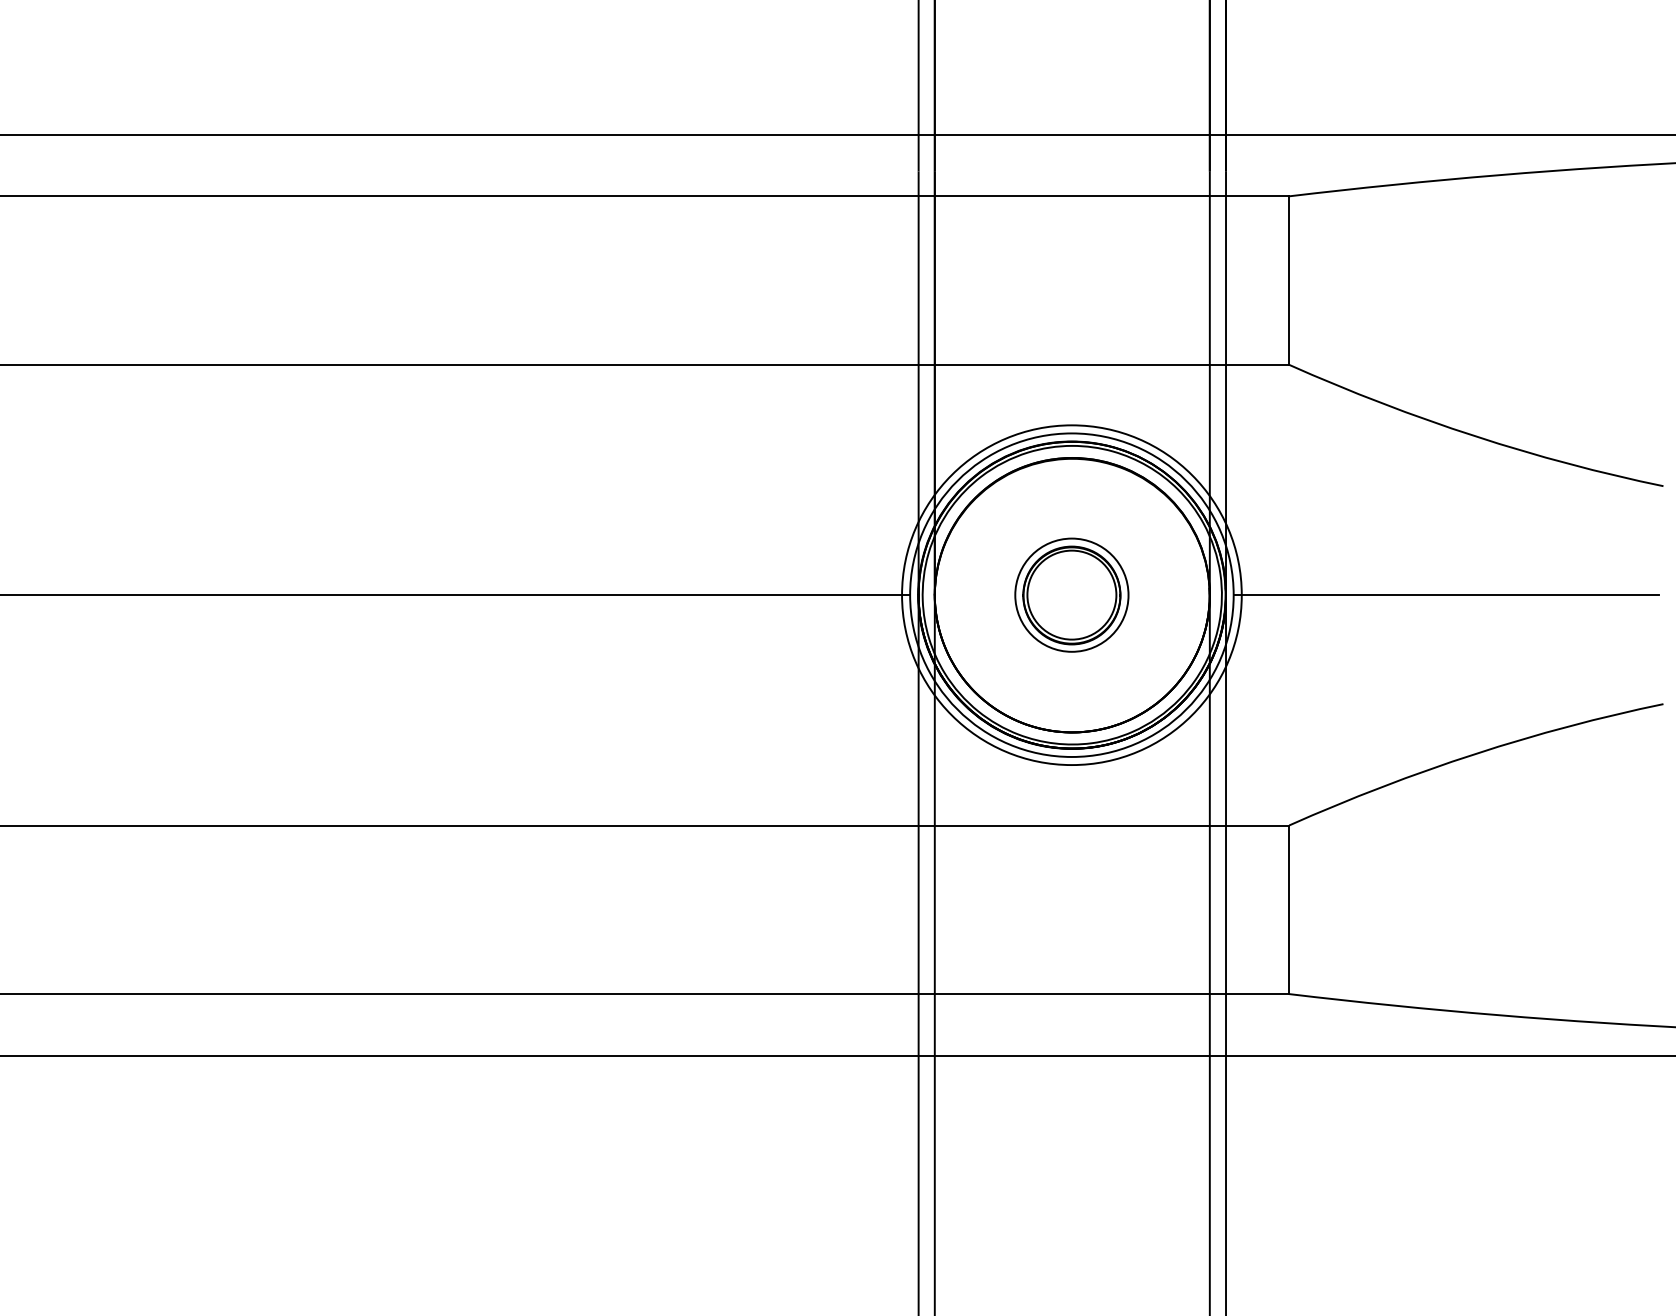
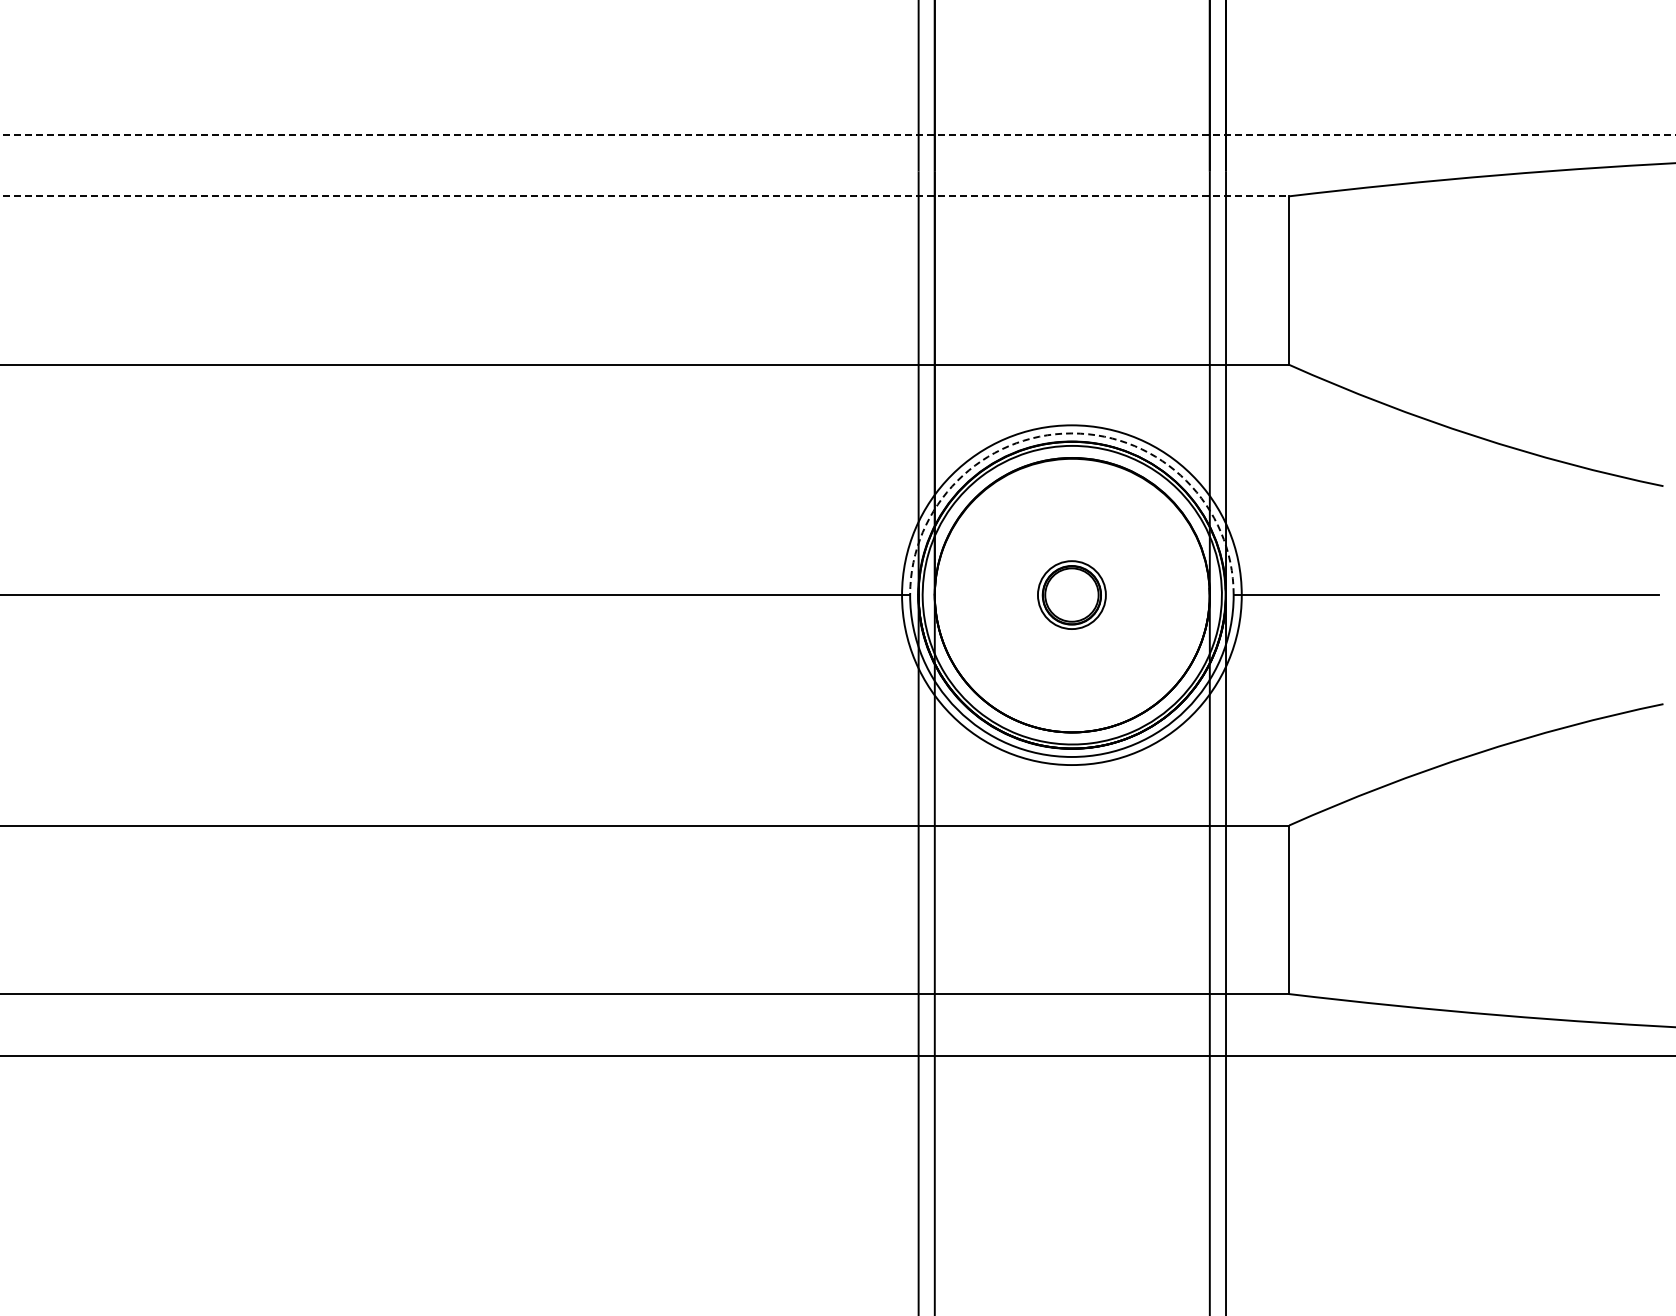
line at (837, 134): solid -> dashed
line at (645, 196): solid -> dashed
arc at (1071, 433): solid -> dashed
part at (1071, 594) size: 116x116 px -> 70x70 px
